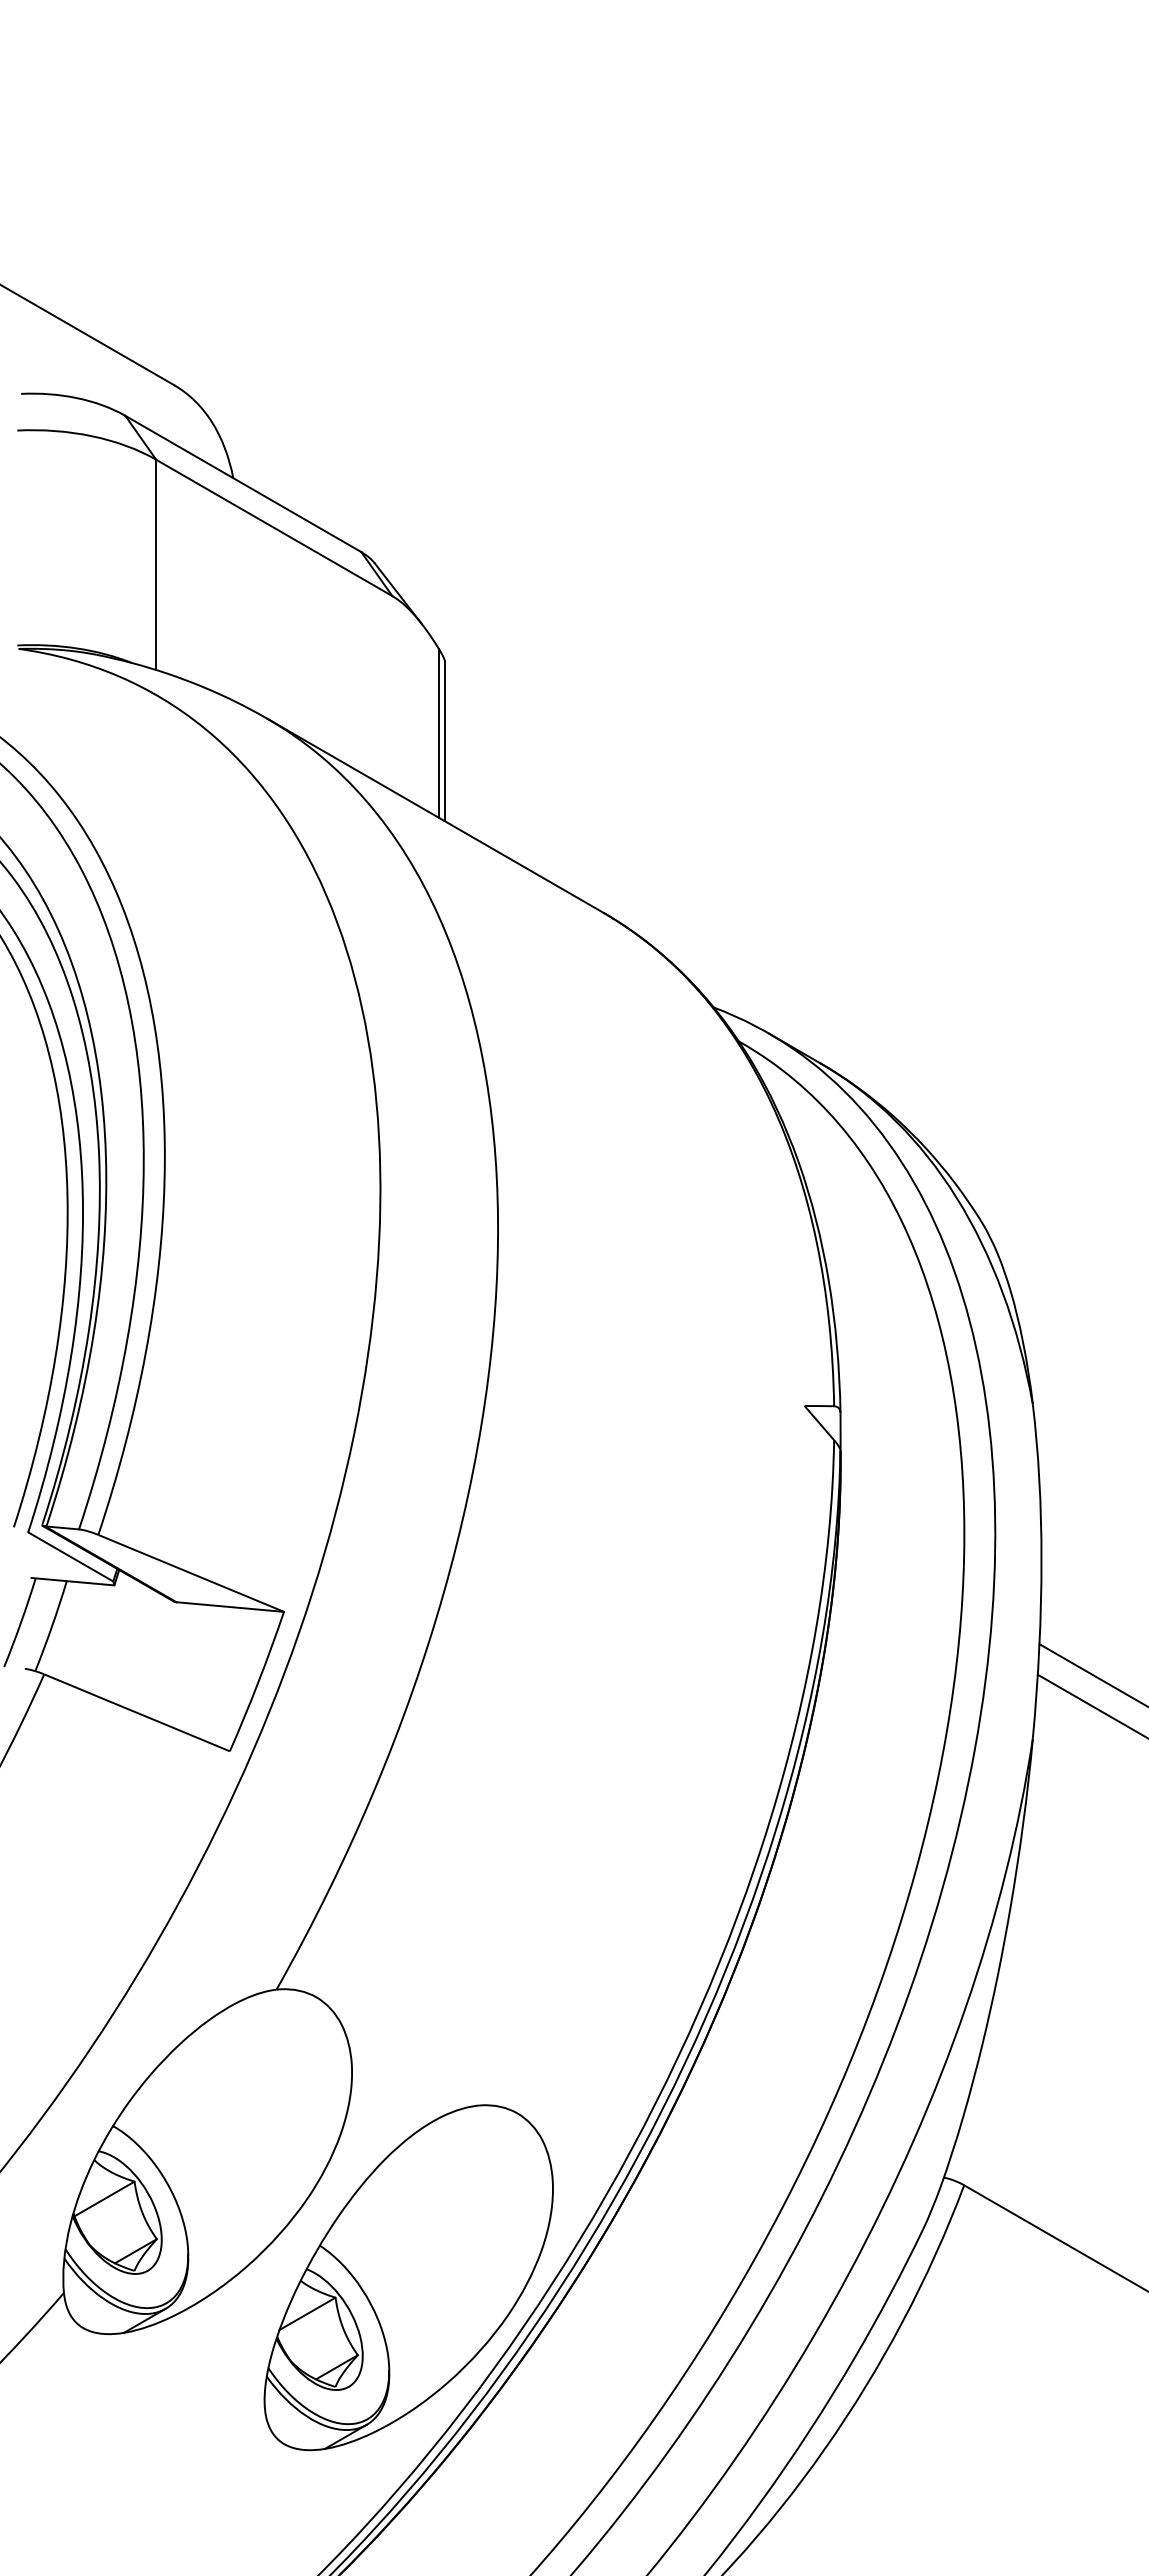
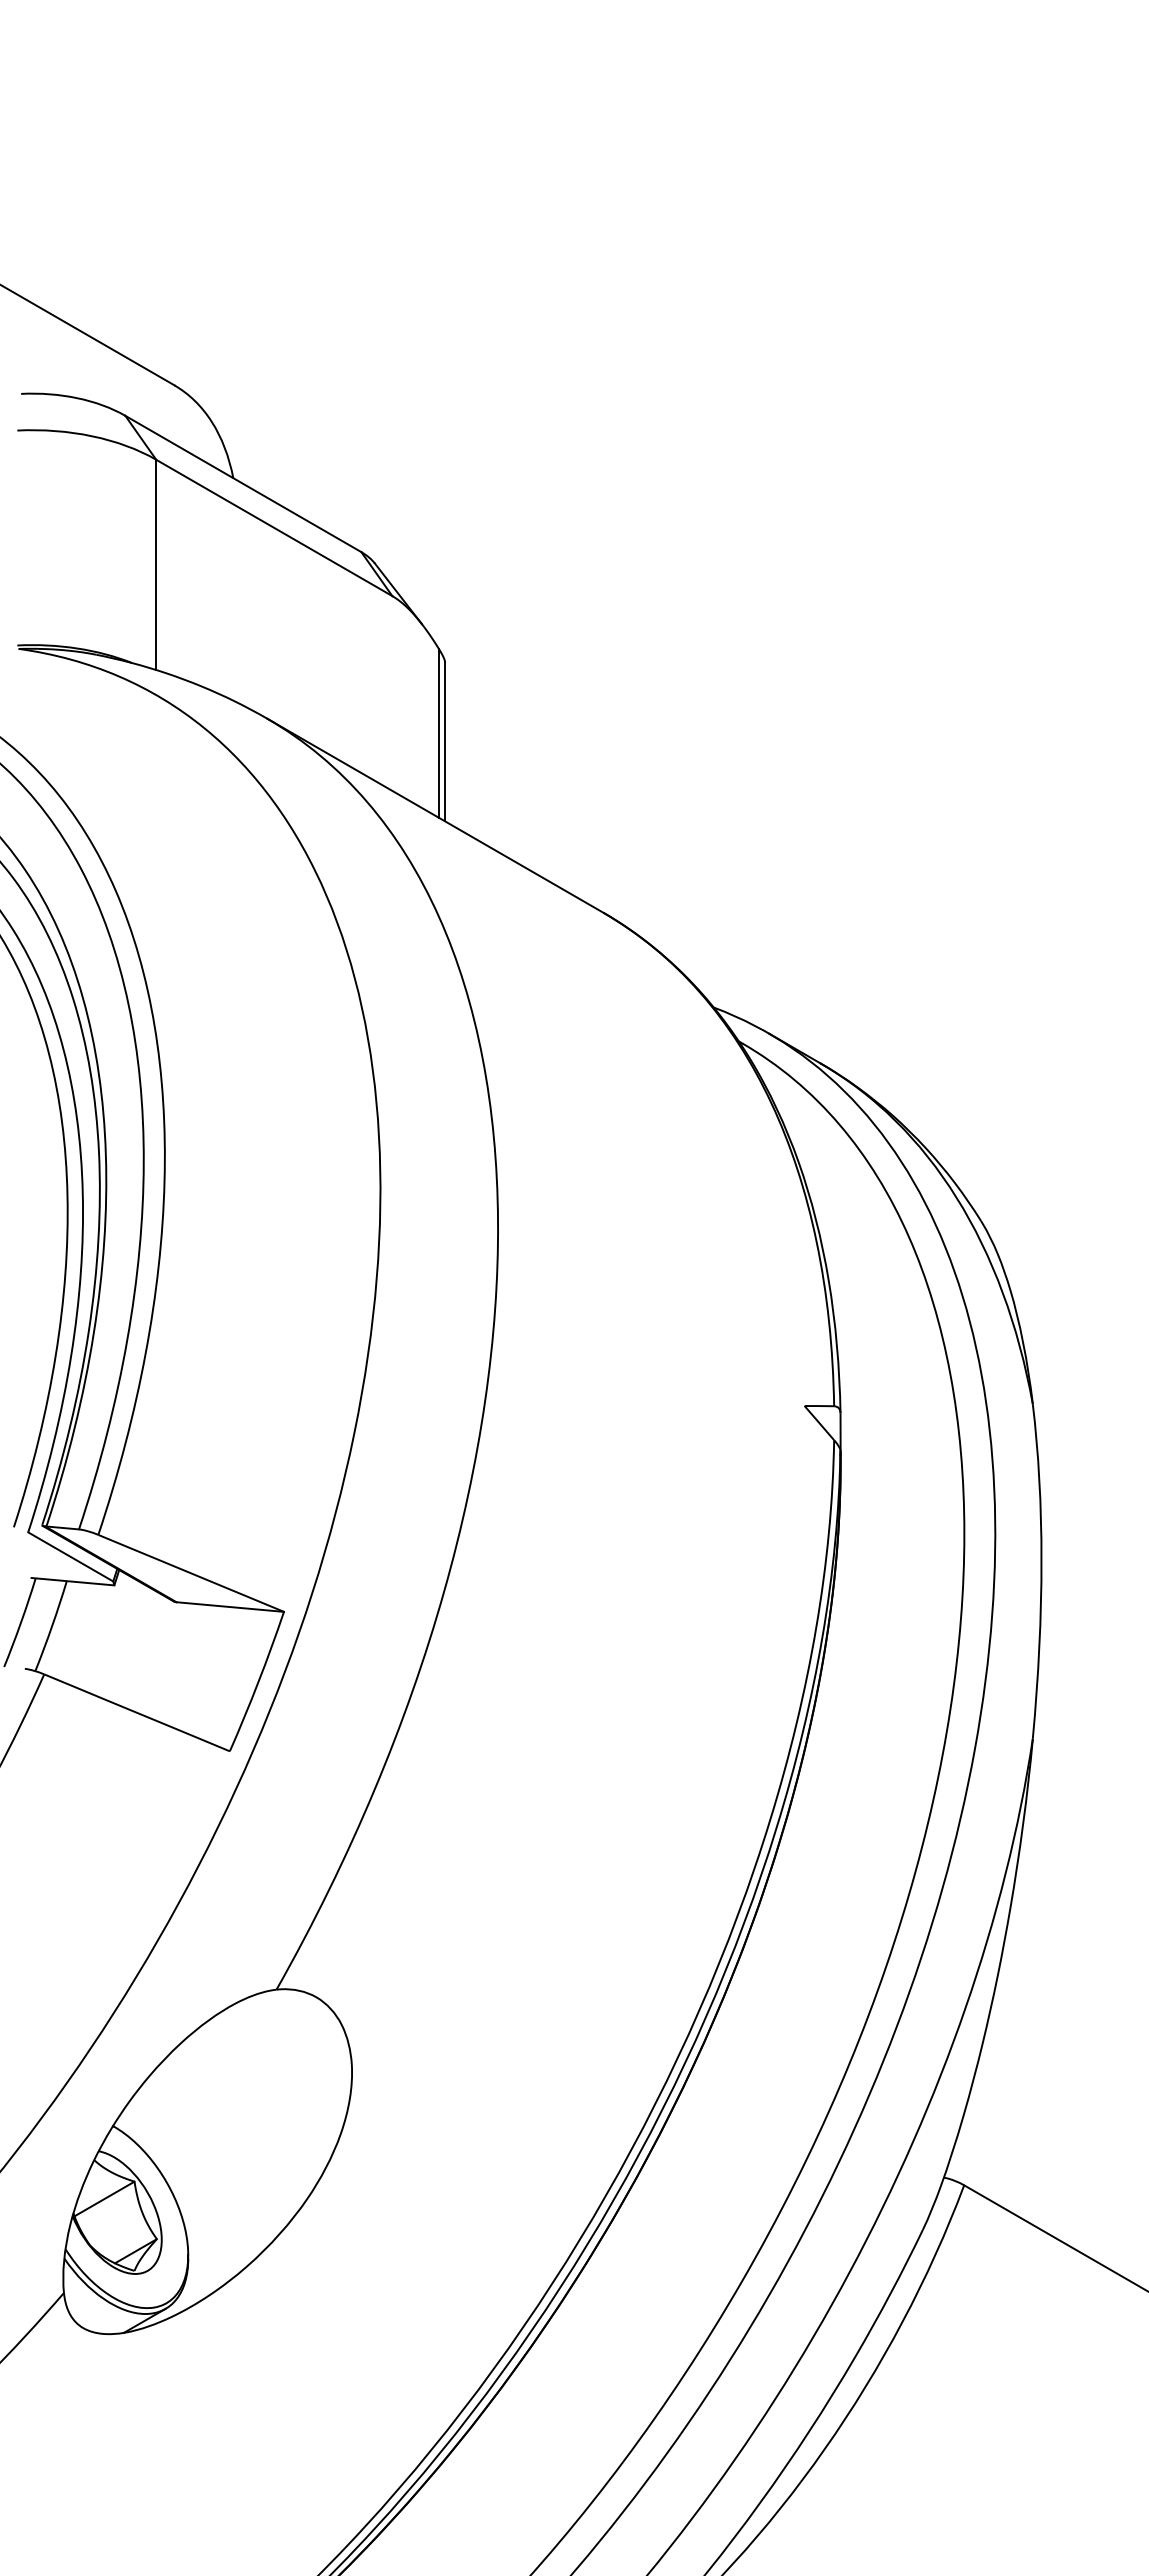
line at (1092, 1674): present -> none
line at (1091, 1705): present -> none
part at (408, 2277): present -> none
